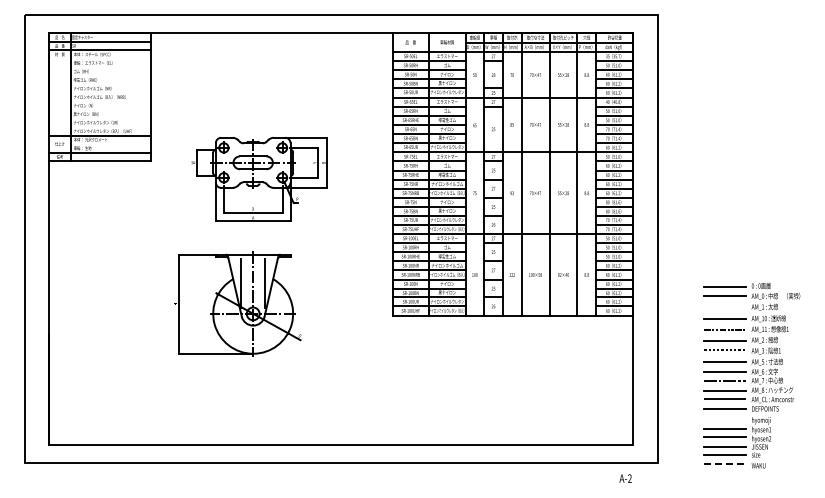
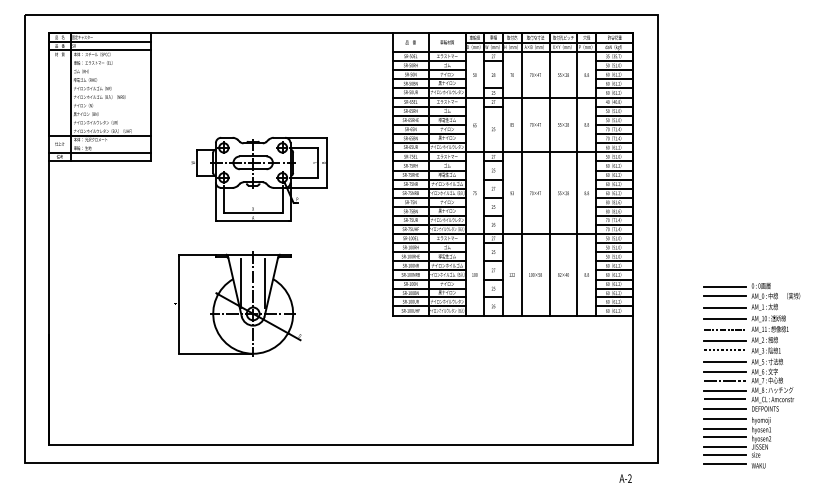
line at (725, 307): none -> present
line at (725, 418): none -> present
line at (725, 463): dashed -> solid
